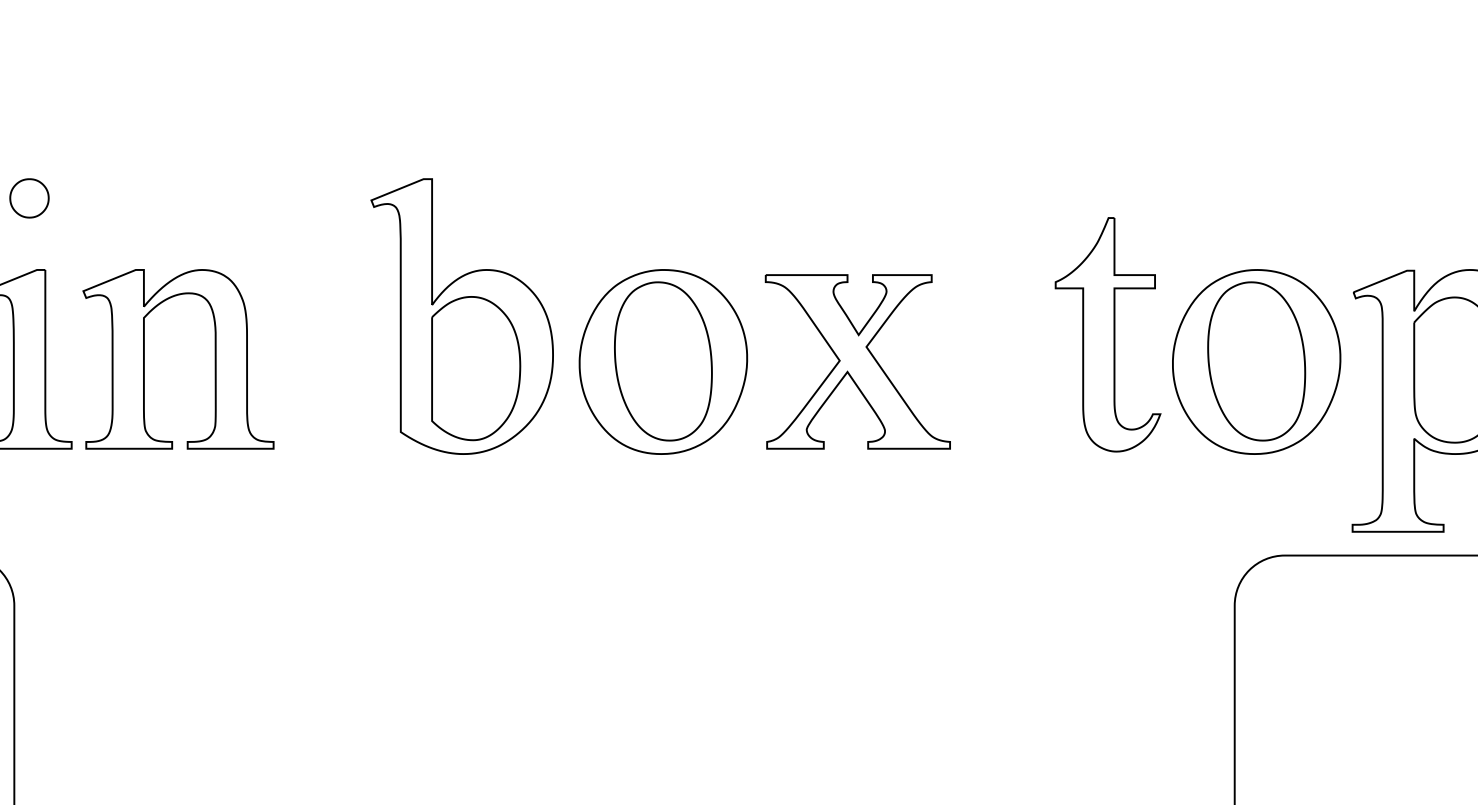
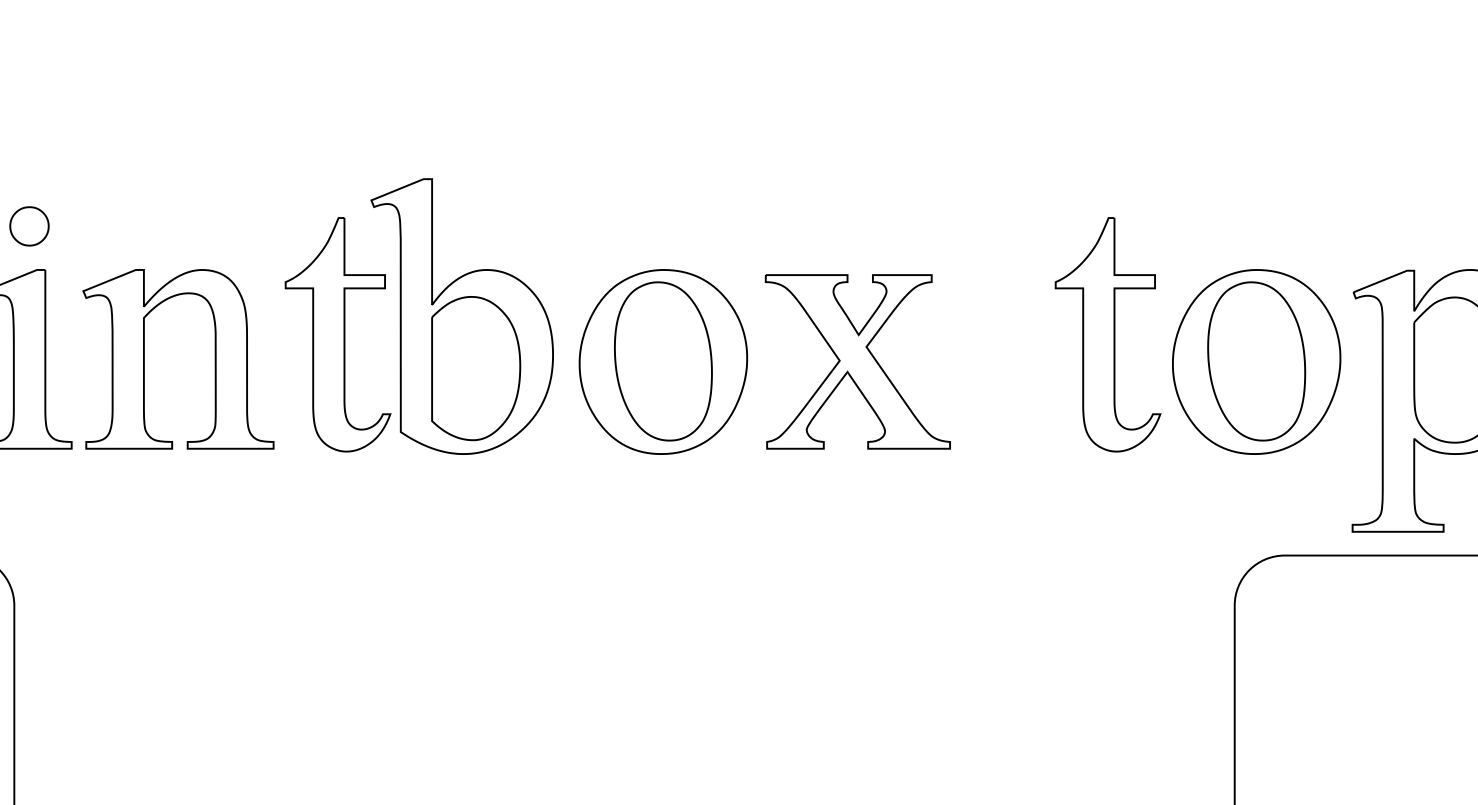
part at (29, 198) position: (29, 198) -> (29, 226)
part at (337, 334): none -> present
